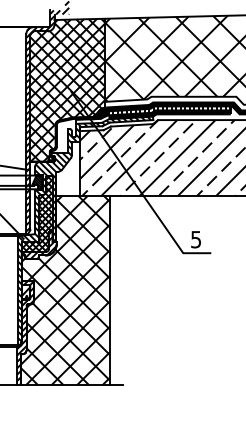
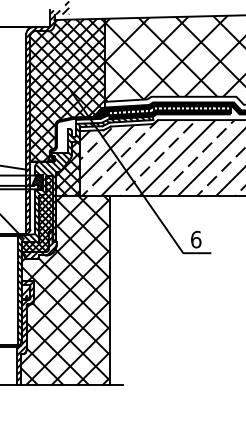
hatch at (67, 168): none -> present
text at (196, 239): 5 -> 6
